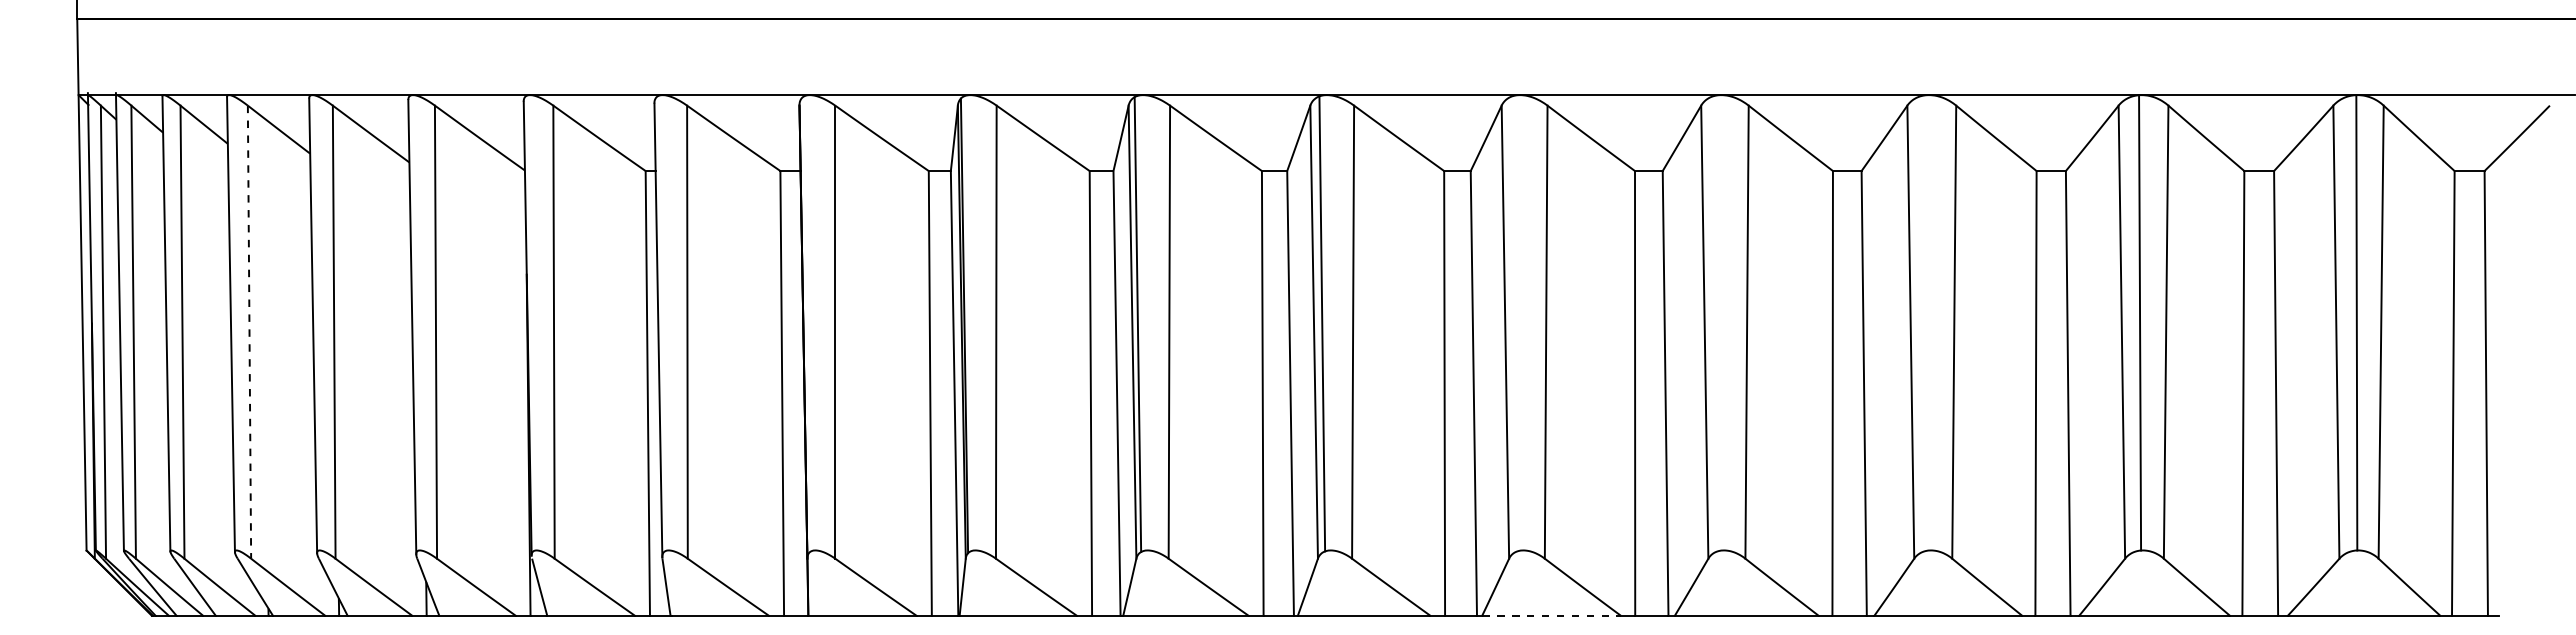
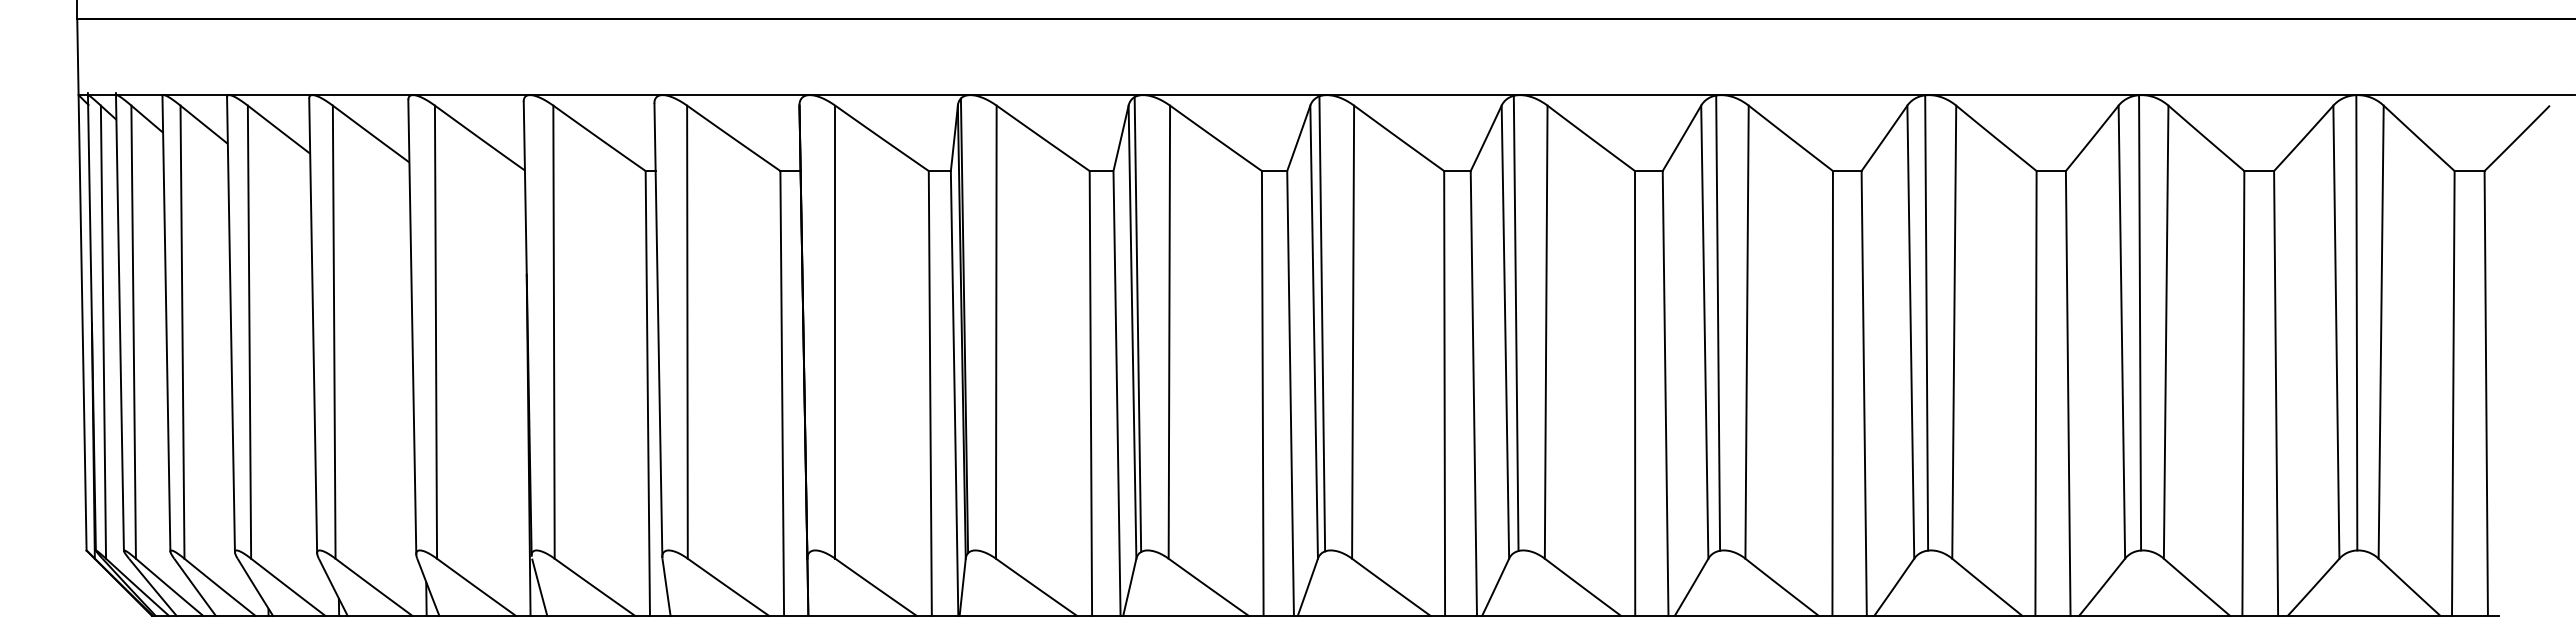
line at (1718, 322): none -> present
line at (1926, 322): none -> present
line at (1515, 323): none -> present
line at (249, 332): dashed -> solid
line at (1552, 615): dashed -> solid
